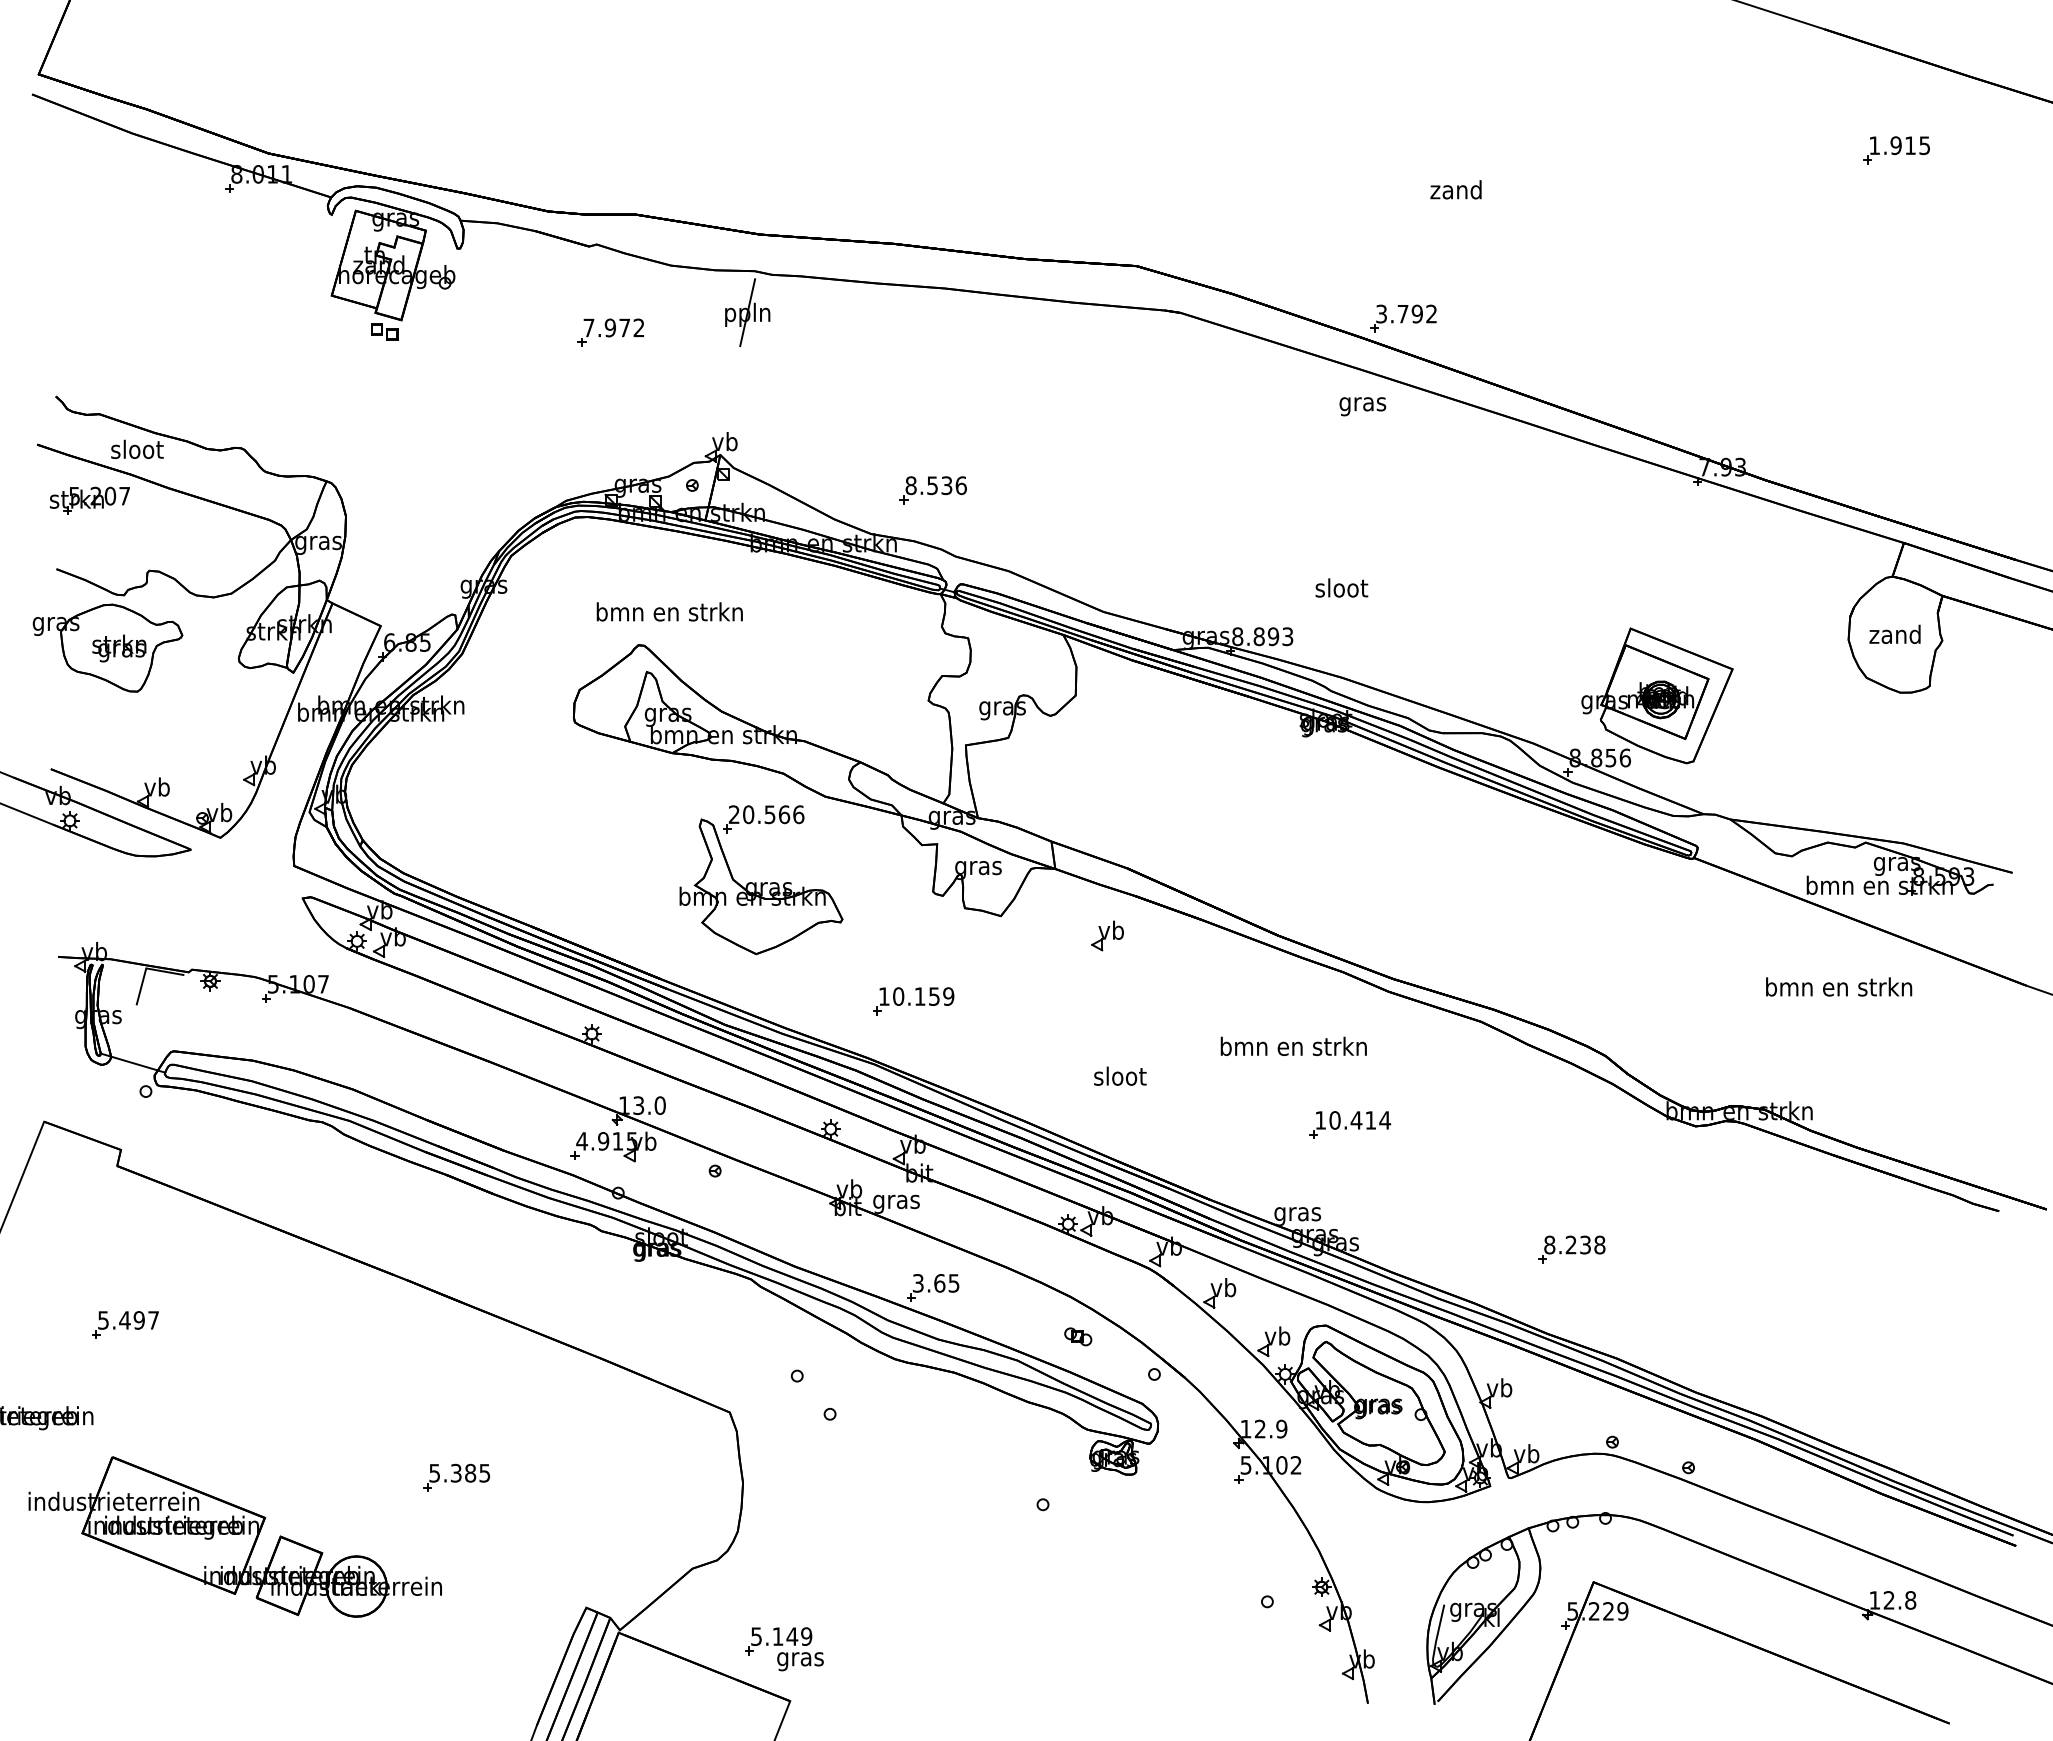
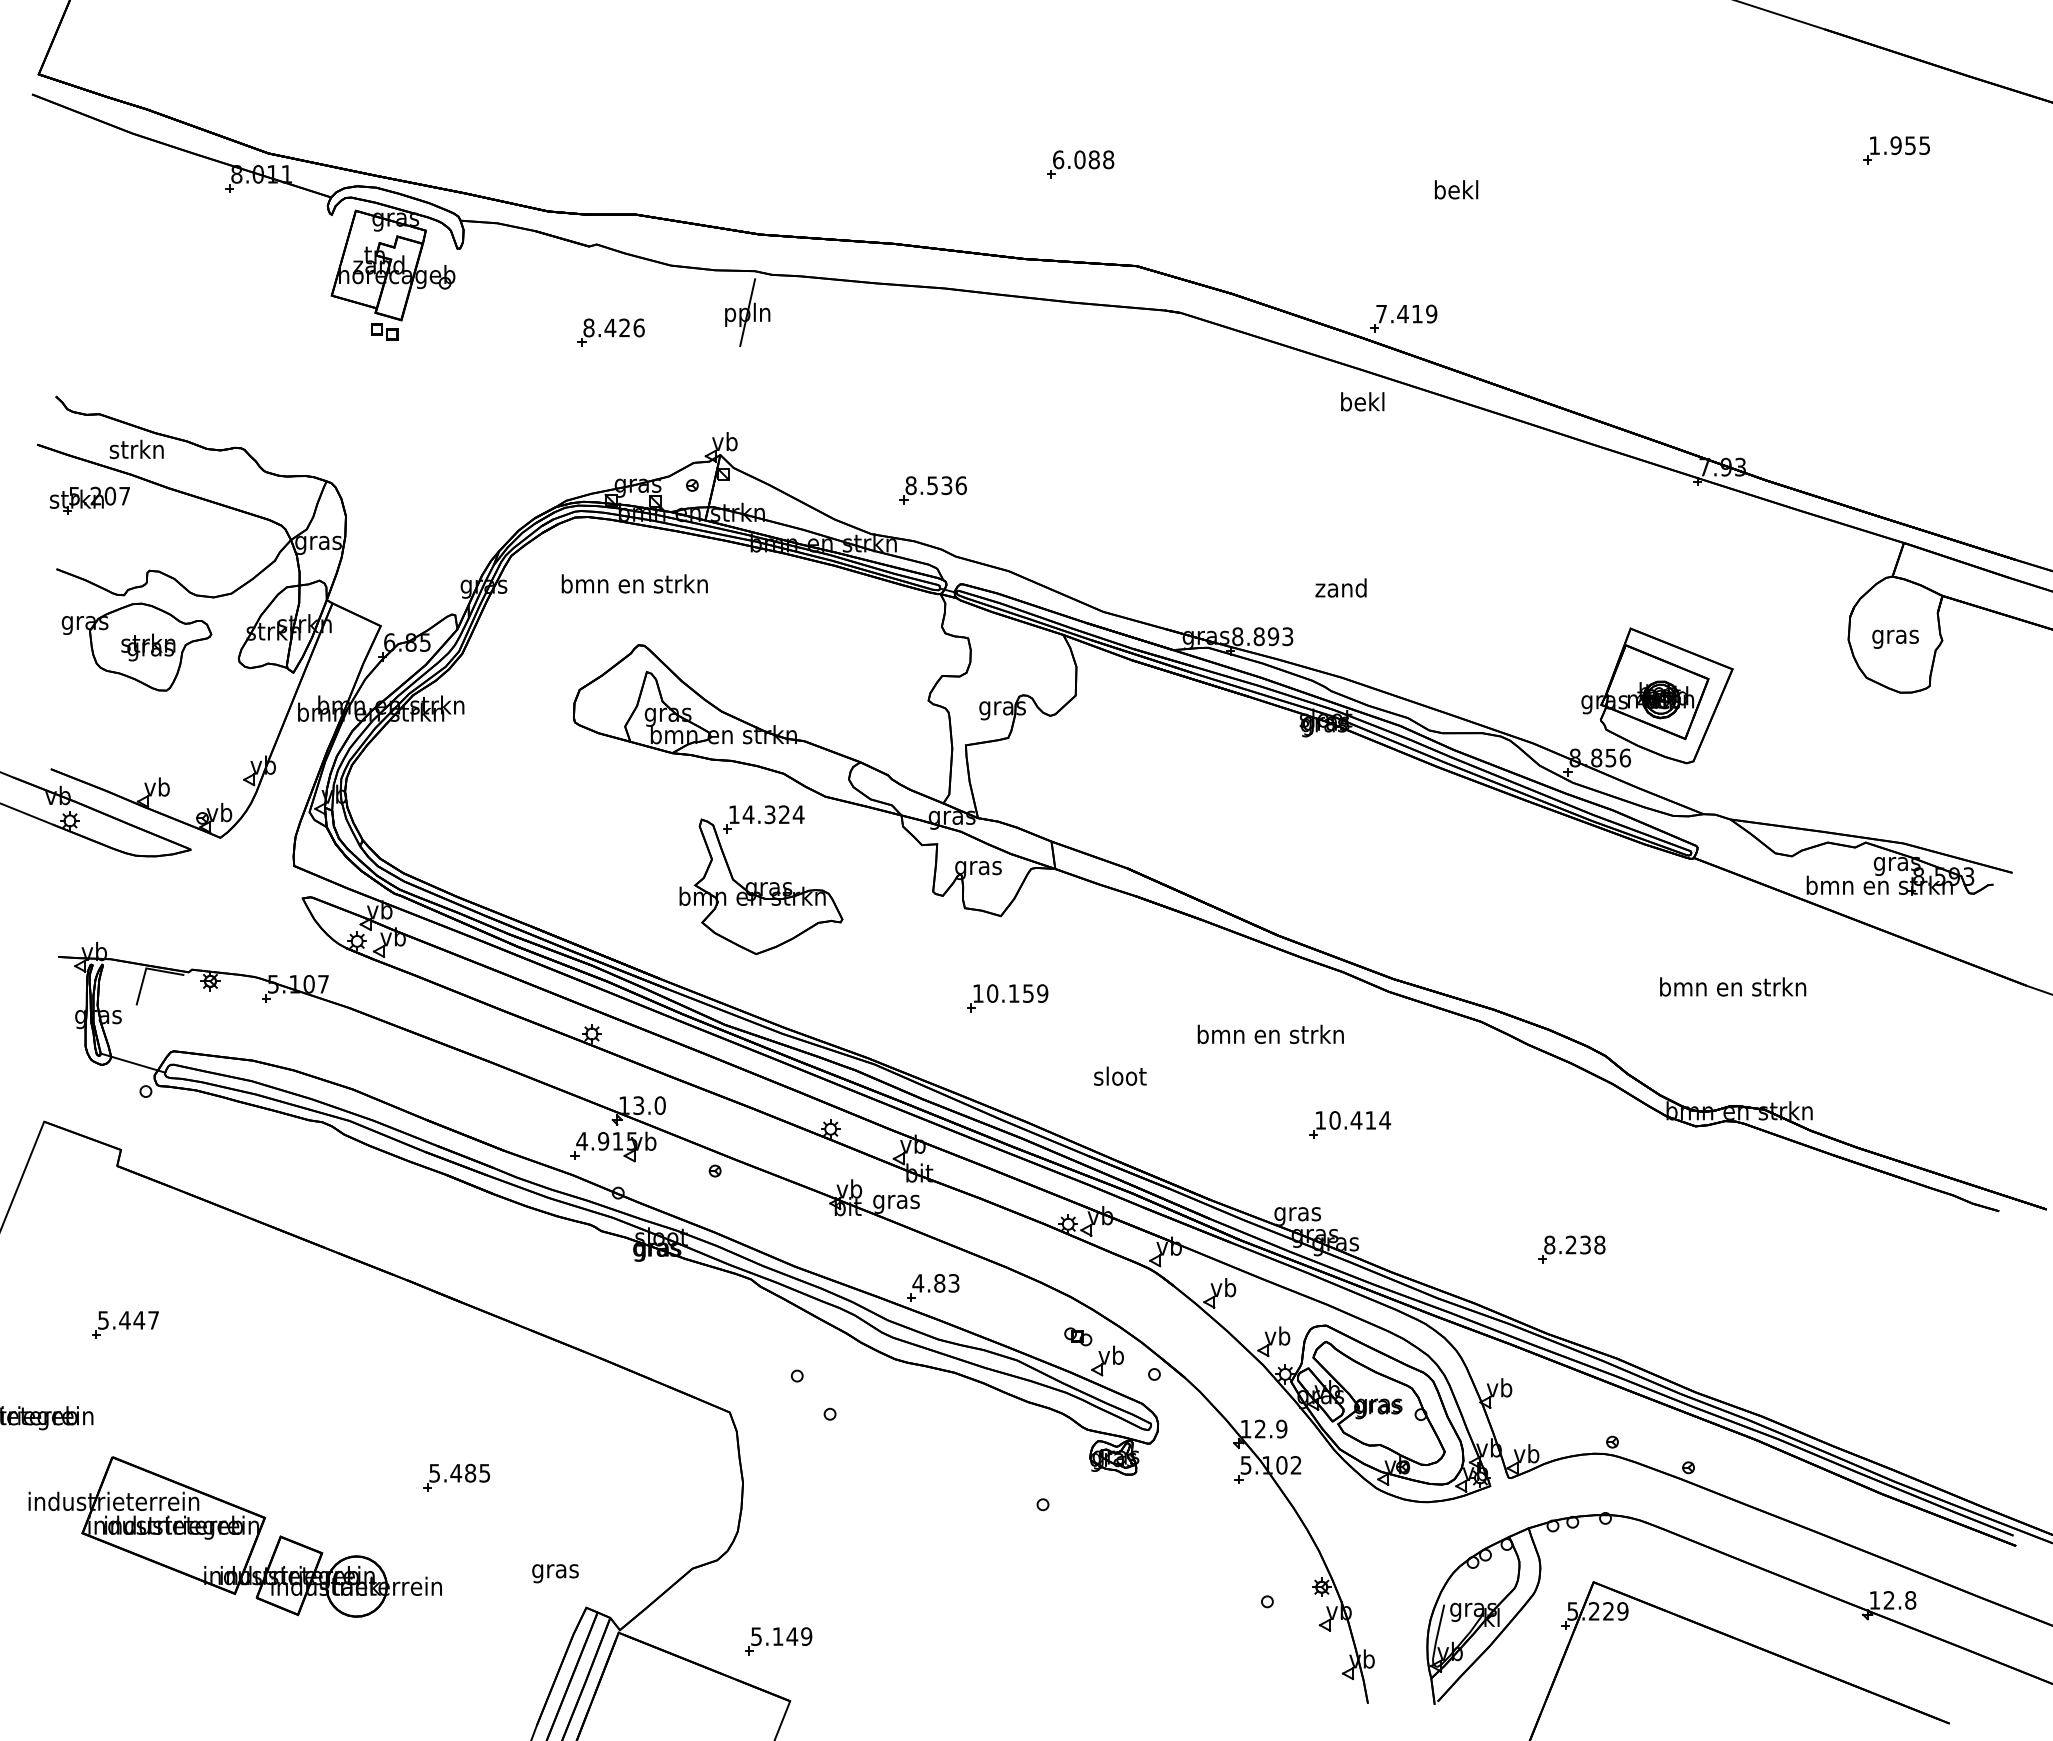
text at (1910, 145): 1.915 -> 1.955
part at (1080, 164): none -> present
text at (1455, 189): zand -> bekl
text at (1406, 313): 3.792 -> 7.419
text at (613, 327): 7.972 -> 8.426
text at (1362, 404): gras -> bekl
text at (136, 449): sloot -> strkn
text at (1341, 587): sloot -> zand
text at (669, 611) position: (669, 611) -> (634, 583)
text at (1894, 636): zand -> gras
part at (107, 647) position: (107, 647) -> (136, 646)
text at (766, 814): 20.566 -> 14.324
part at (1107, 935) position: (1107, 935) -> (1107, 1360)
text at (1839, 986) position: (1839, 986) -> (1733, 986)
part at (913, 1001) position: (913, 1001) -> (1007, 998)
text at (1293, 1045) position: (1293, 1045) -> (1270, 1033)
text at (935, 1283): 3.65 -> 4.83
text at (139, 1320): 5.497 -> 5.447
text at (456, 1472): 5.385 -> 5.485
text at (800, 1661) position: (800, 1661) -> (555, 1573)
